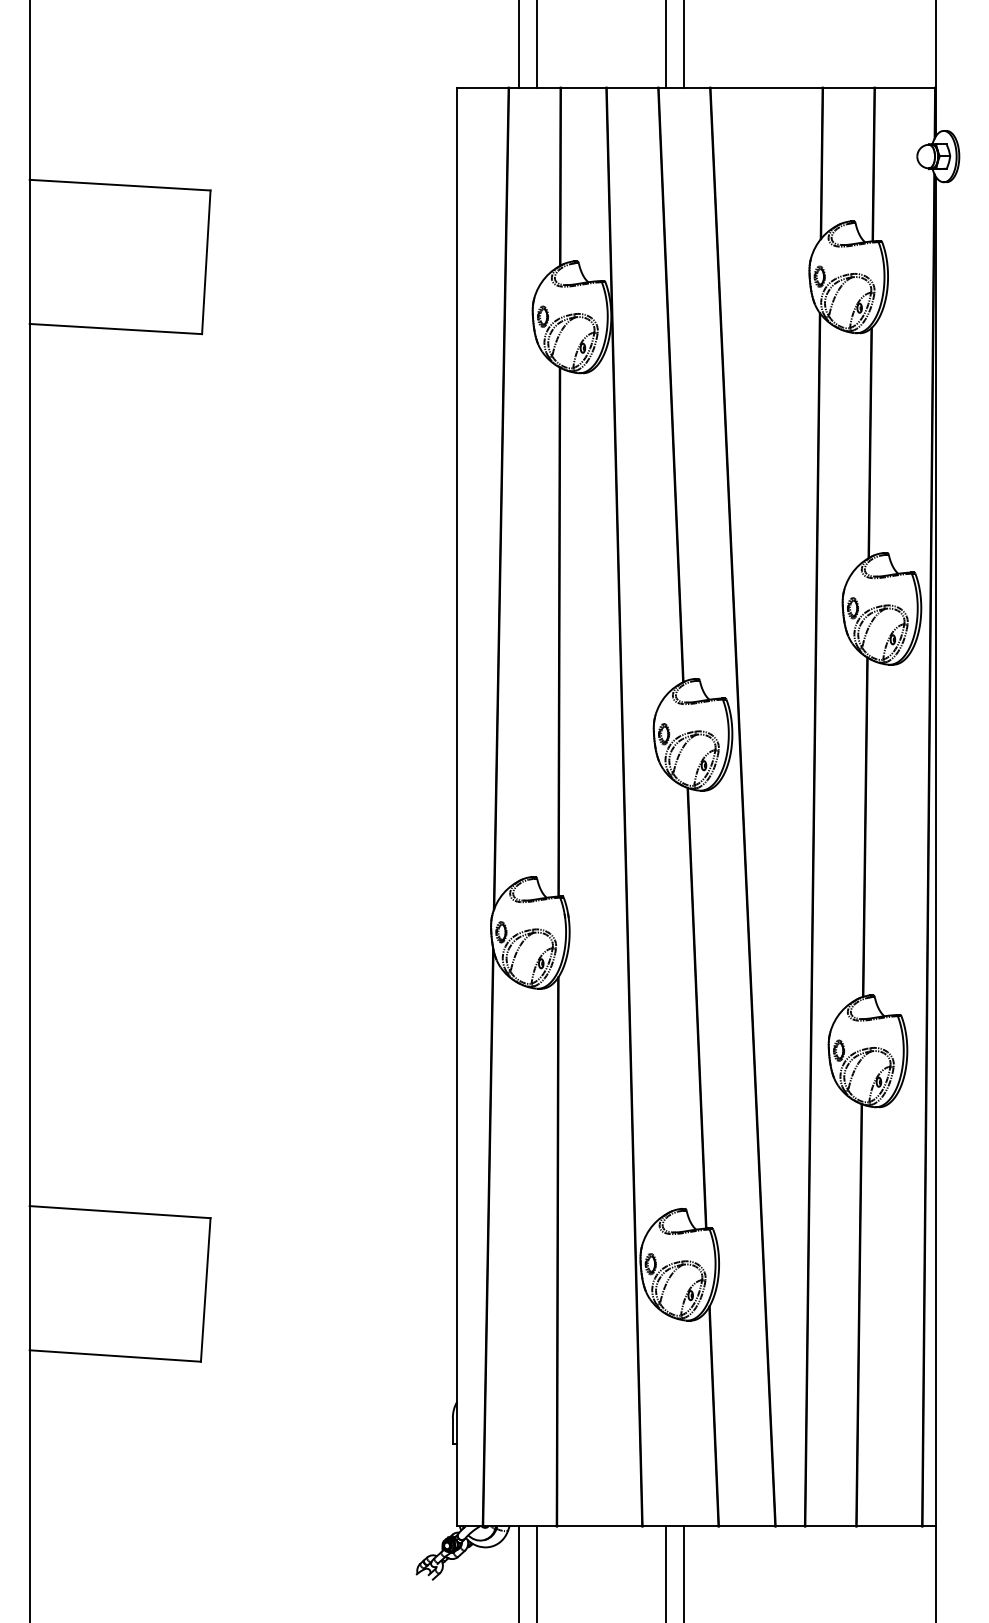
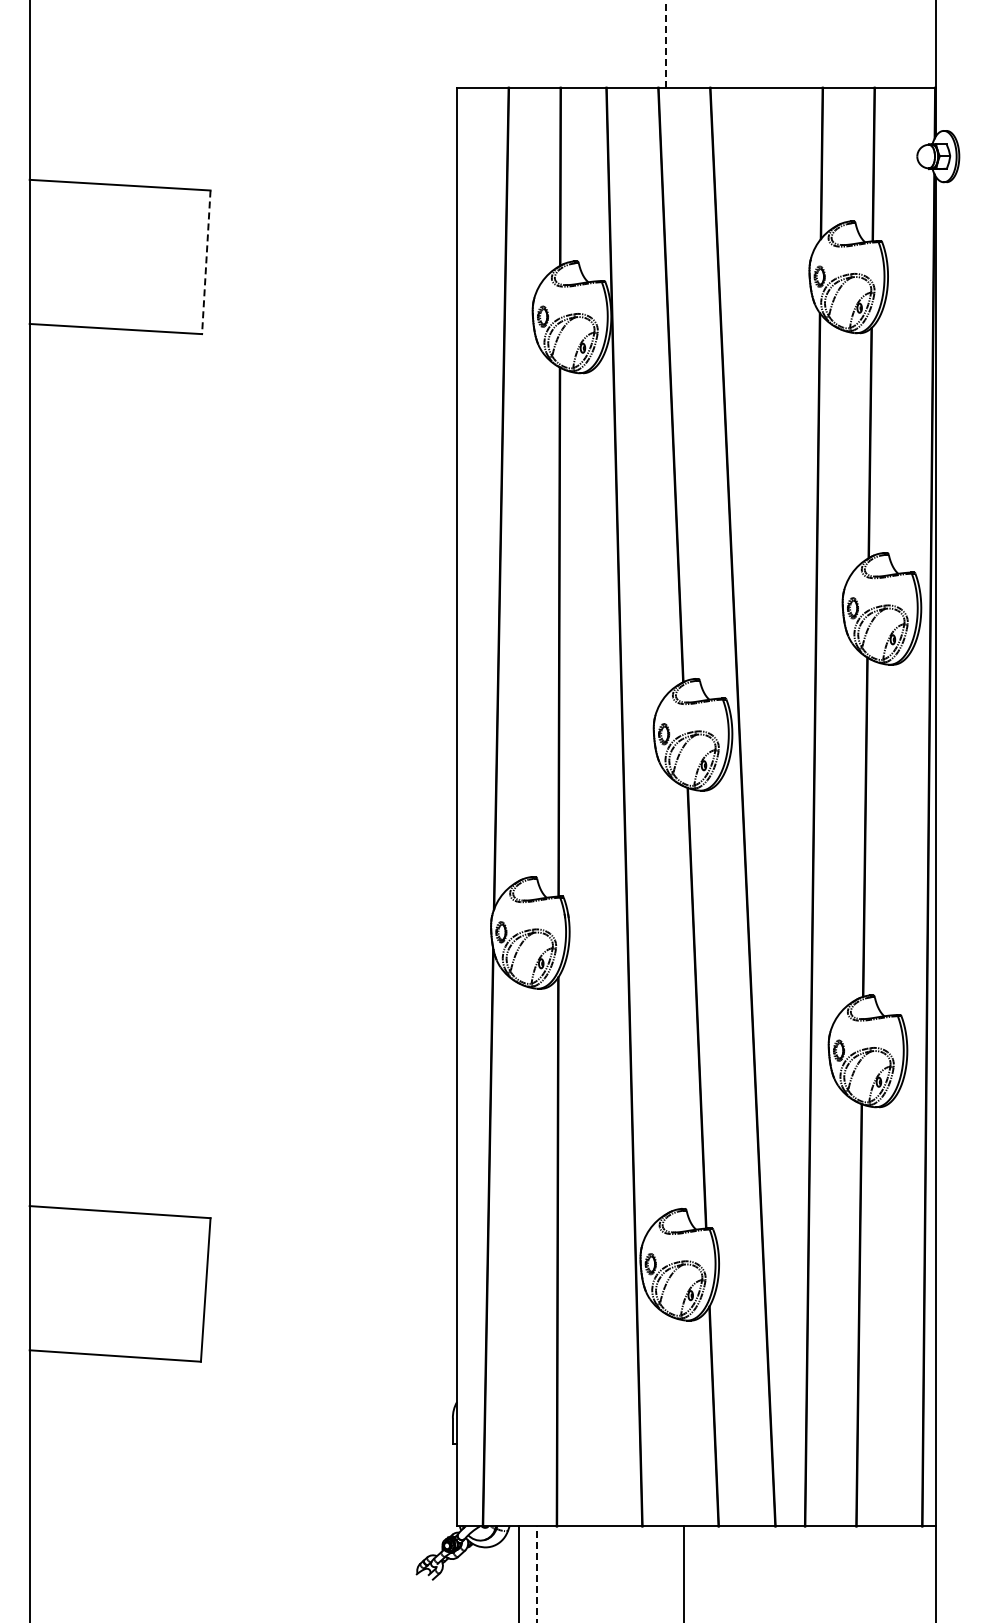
line at (665, 43): solid -> dashed
line at (519, 44): present -> none
line at (537, 44): present -> none
line at (683, 44): present -> none
line at (206, 262): solid -> dashed
line at (665, 1572): present -> none
line at (537, 1574): solid -> dashed
